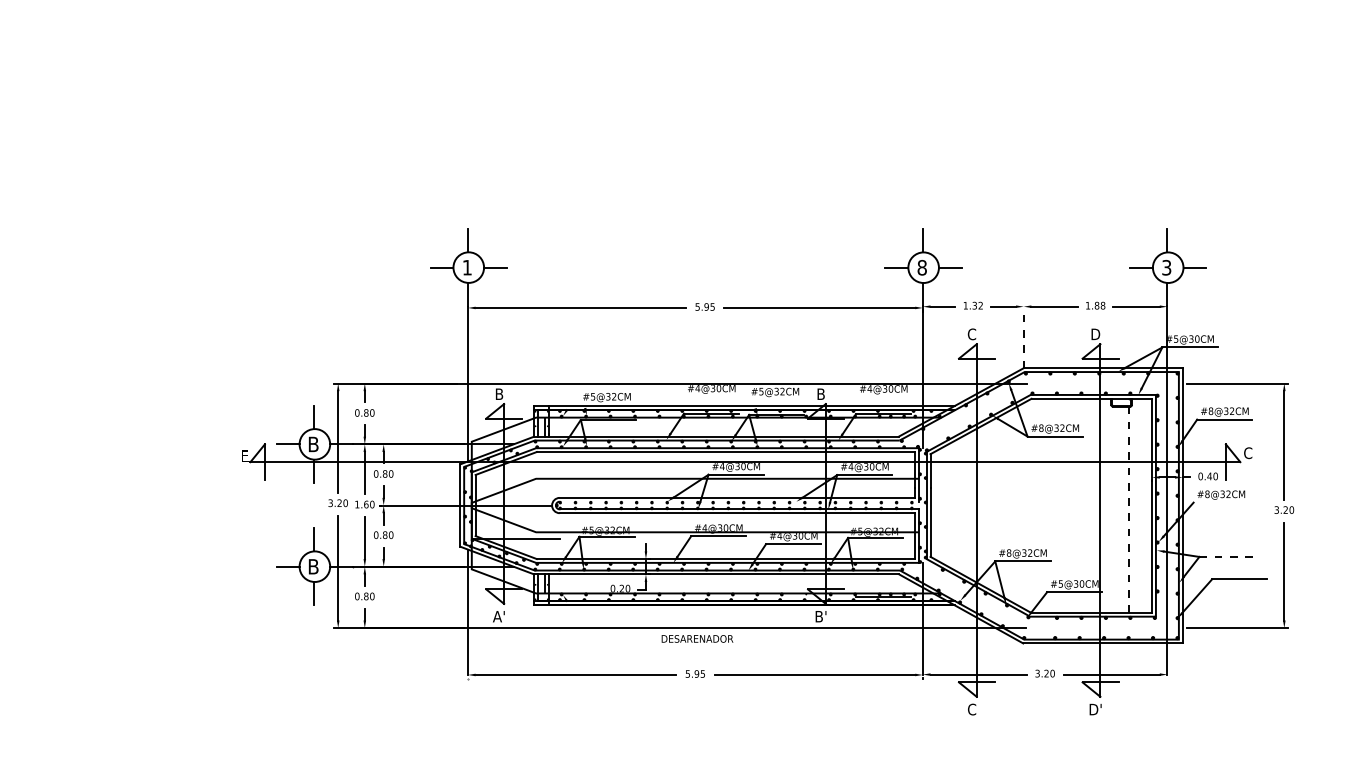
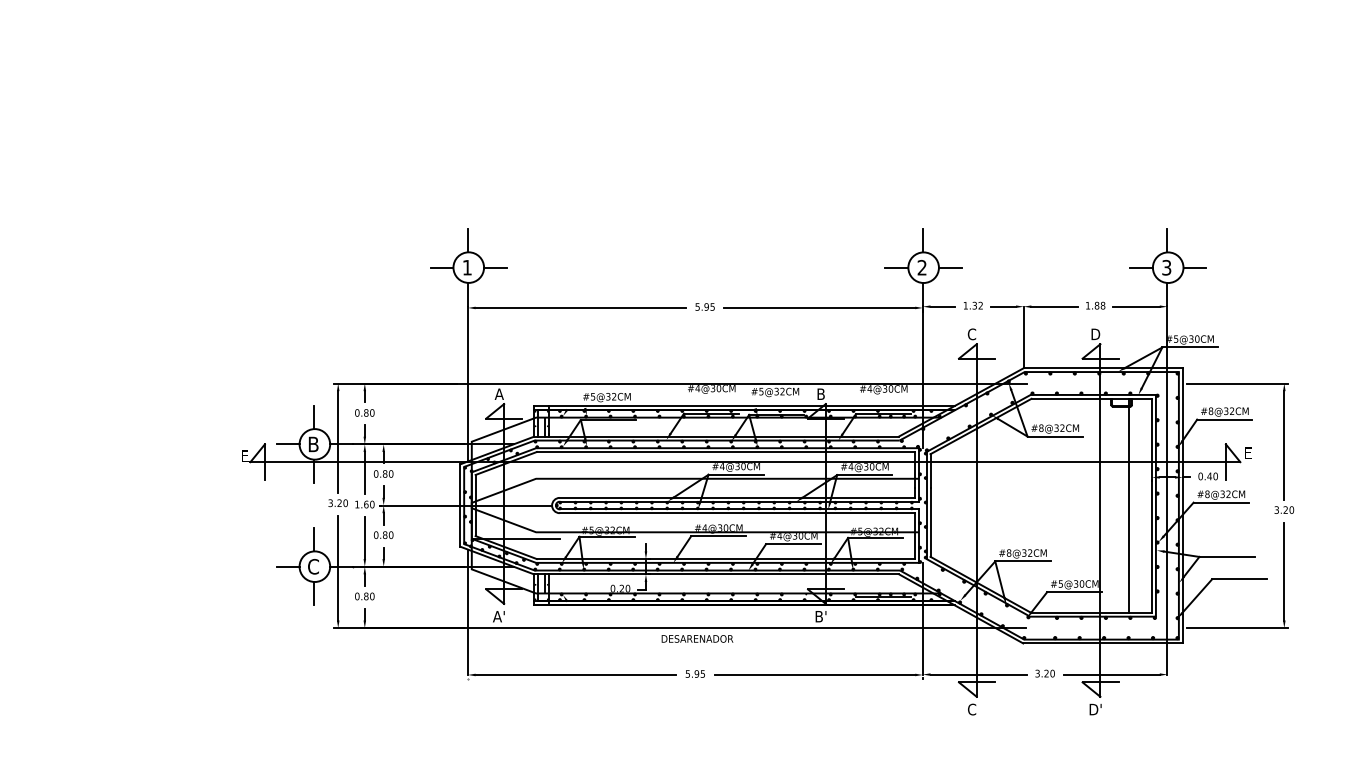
text at (921, 267): 8 -> 2
line at (1023, 337): dashed -> solid
text at (498, 393): B -> A
text at (1248, 453): C -> E
line at (739, 501): none -> present
line at (1220, 502): none -> present
line at (1129, 505): dashed -> solid
line at (1227, 556): dashed -> solid
text at (313, 566): B -> C
